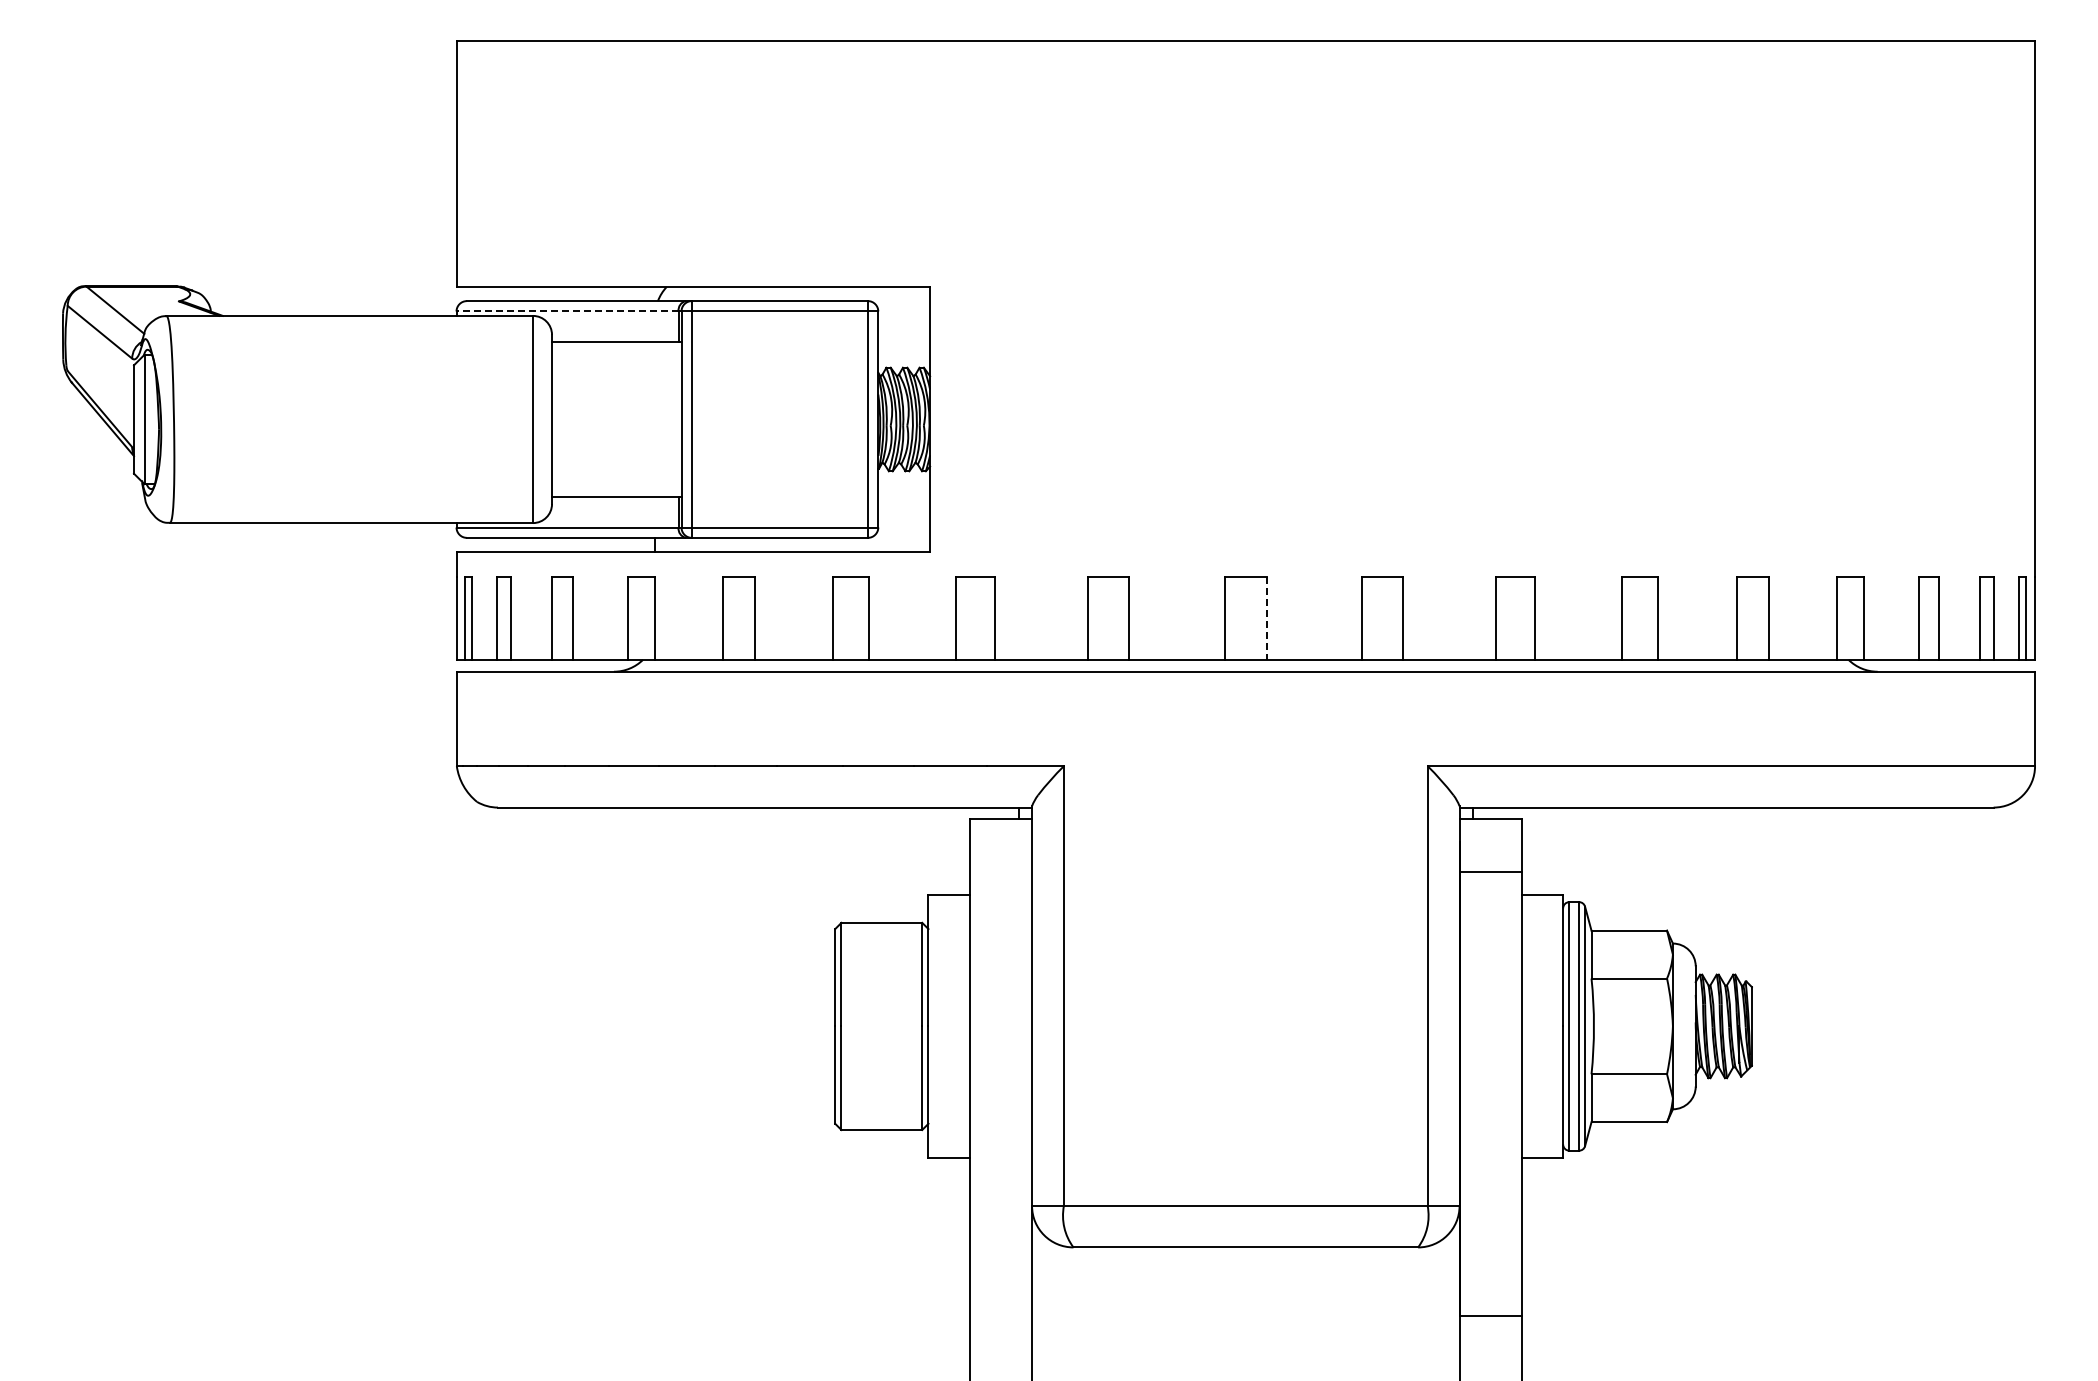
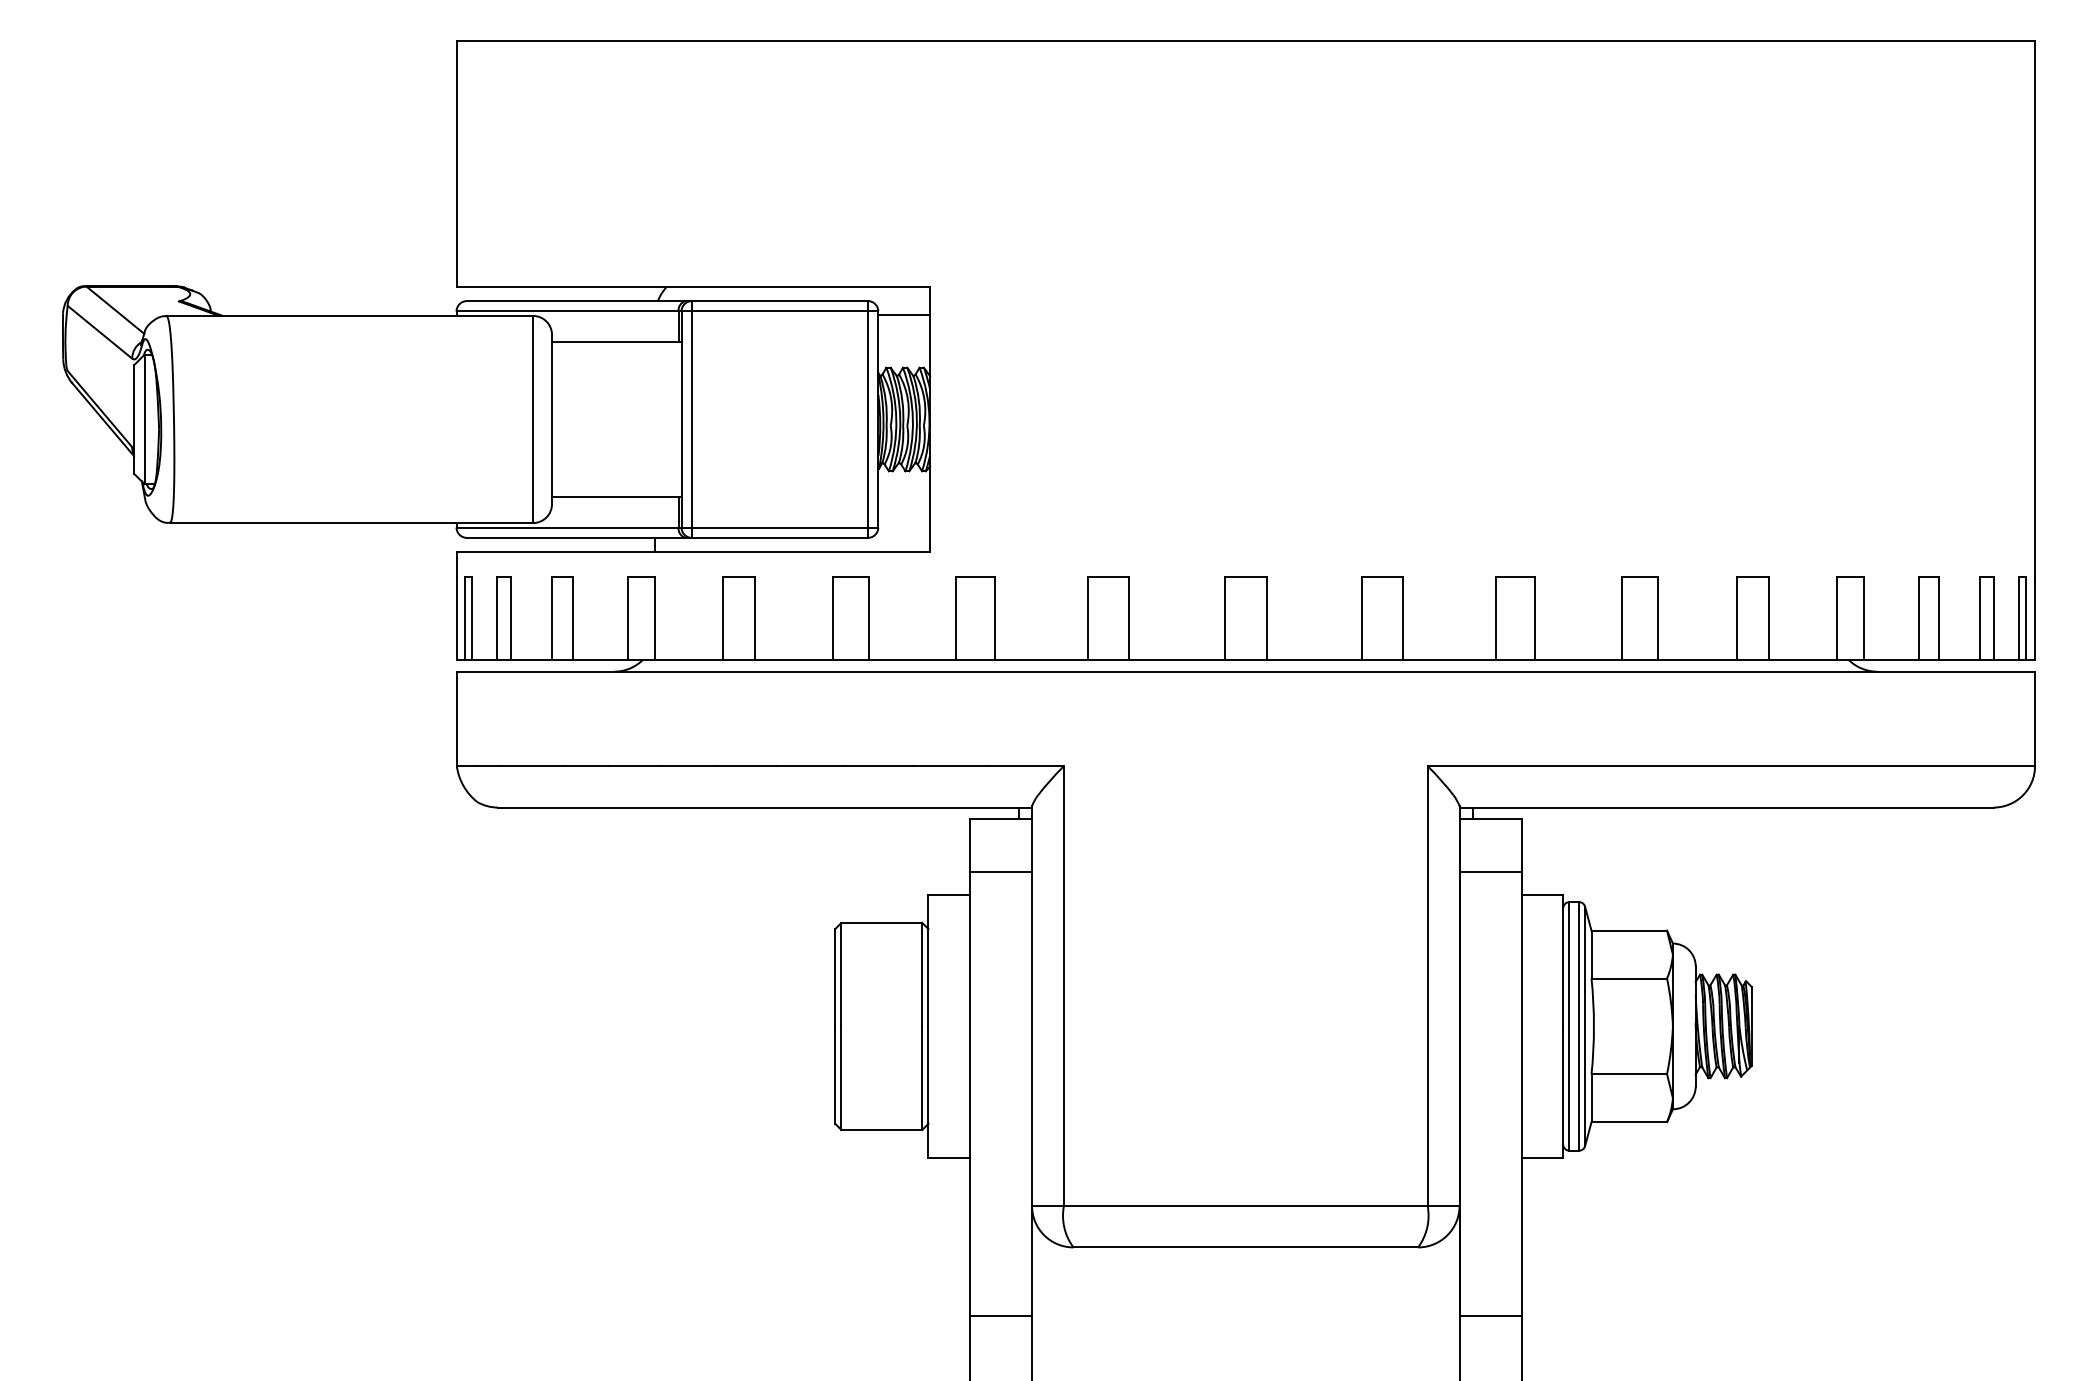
line at (567, 311): dashed -> solid
line at (904, 315): none -> present
line at (1266, 618): dashed -> solid
line at (1000, 871): none -> present
line at (1000, 1315): none -> present
